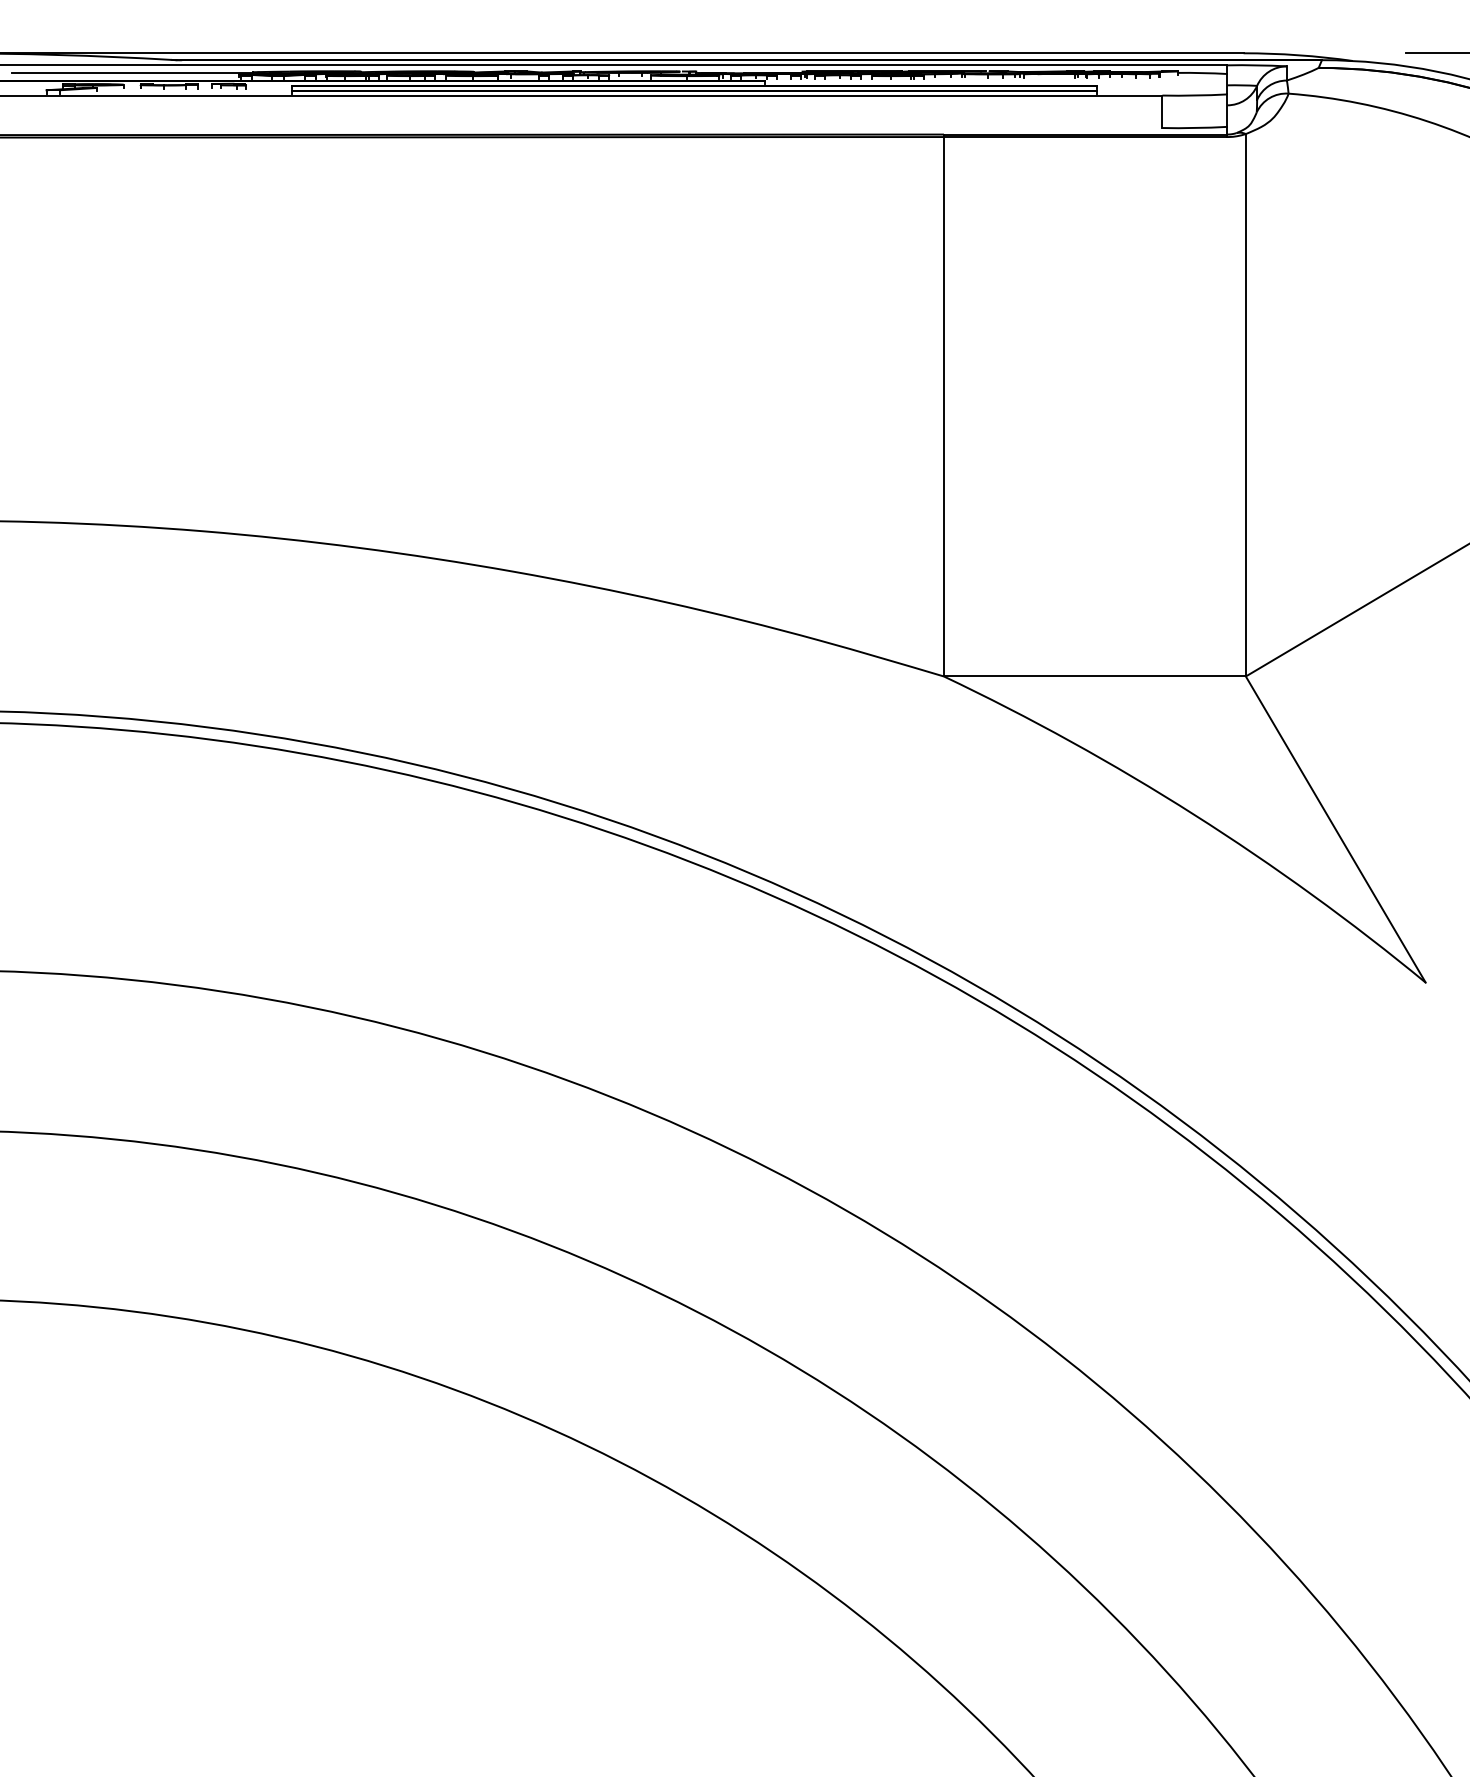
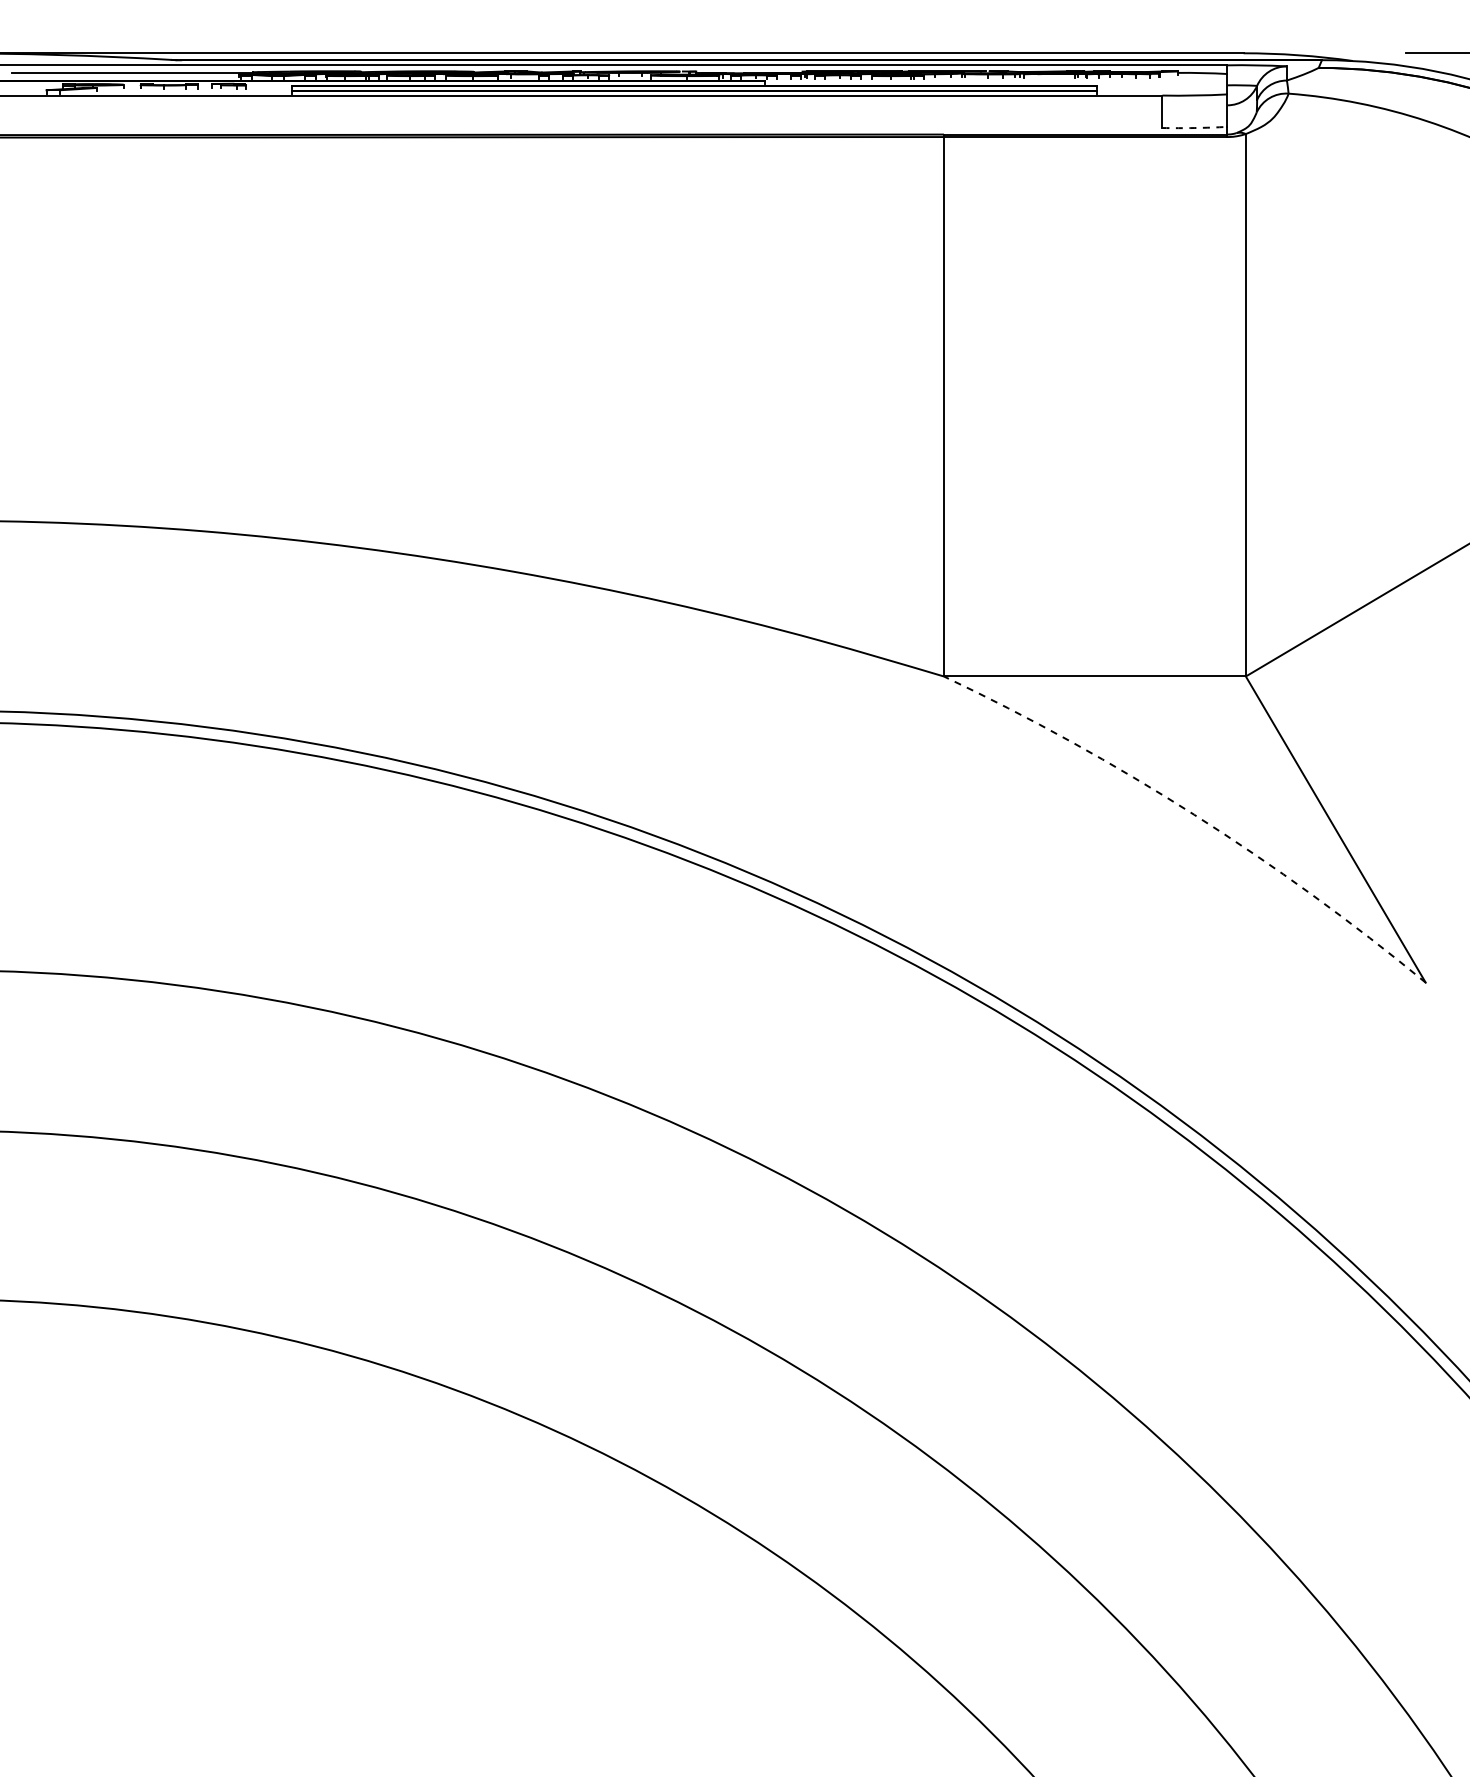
arc at (1194, 128): solid -> dashed
arc at (1194, 814): solid -> dashed
